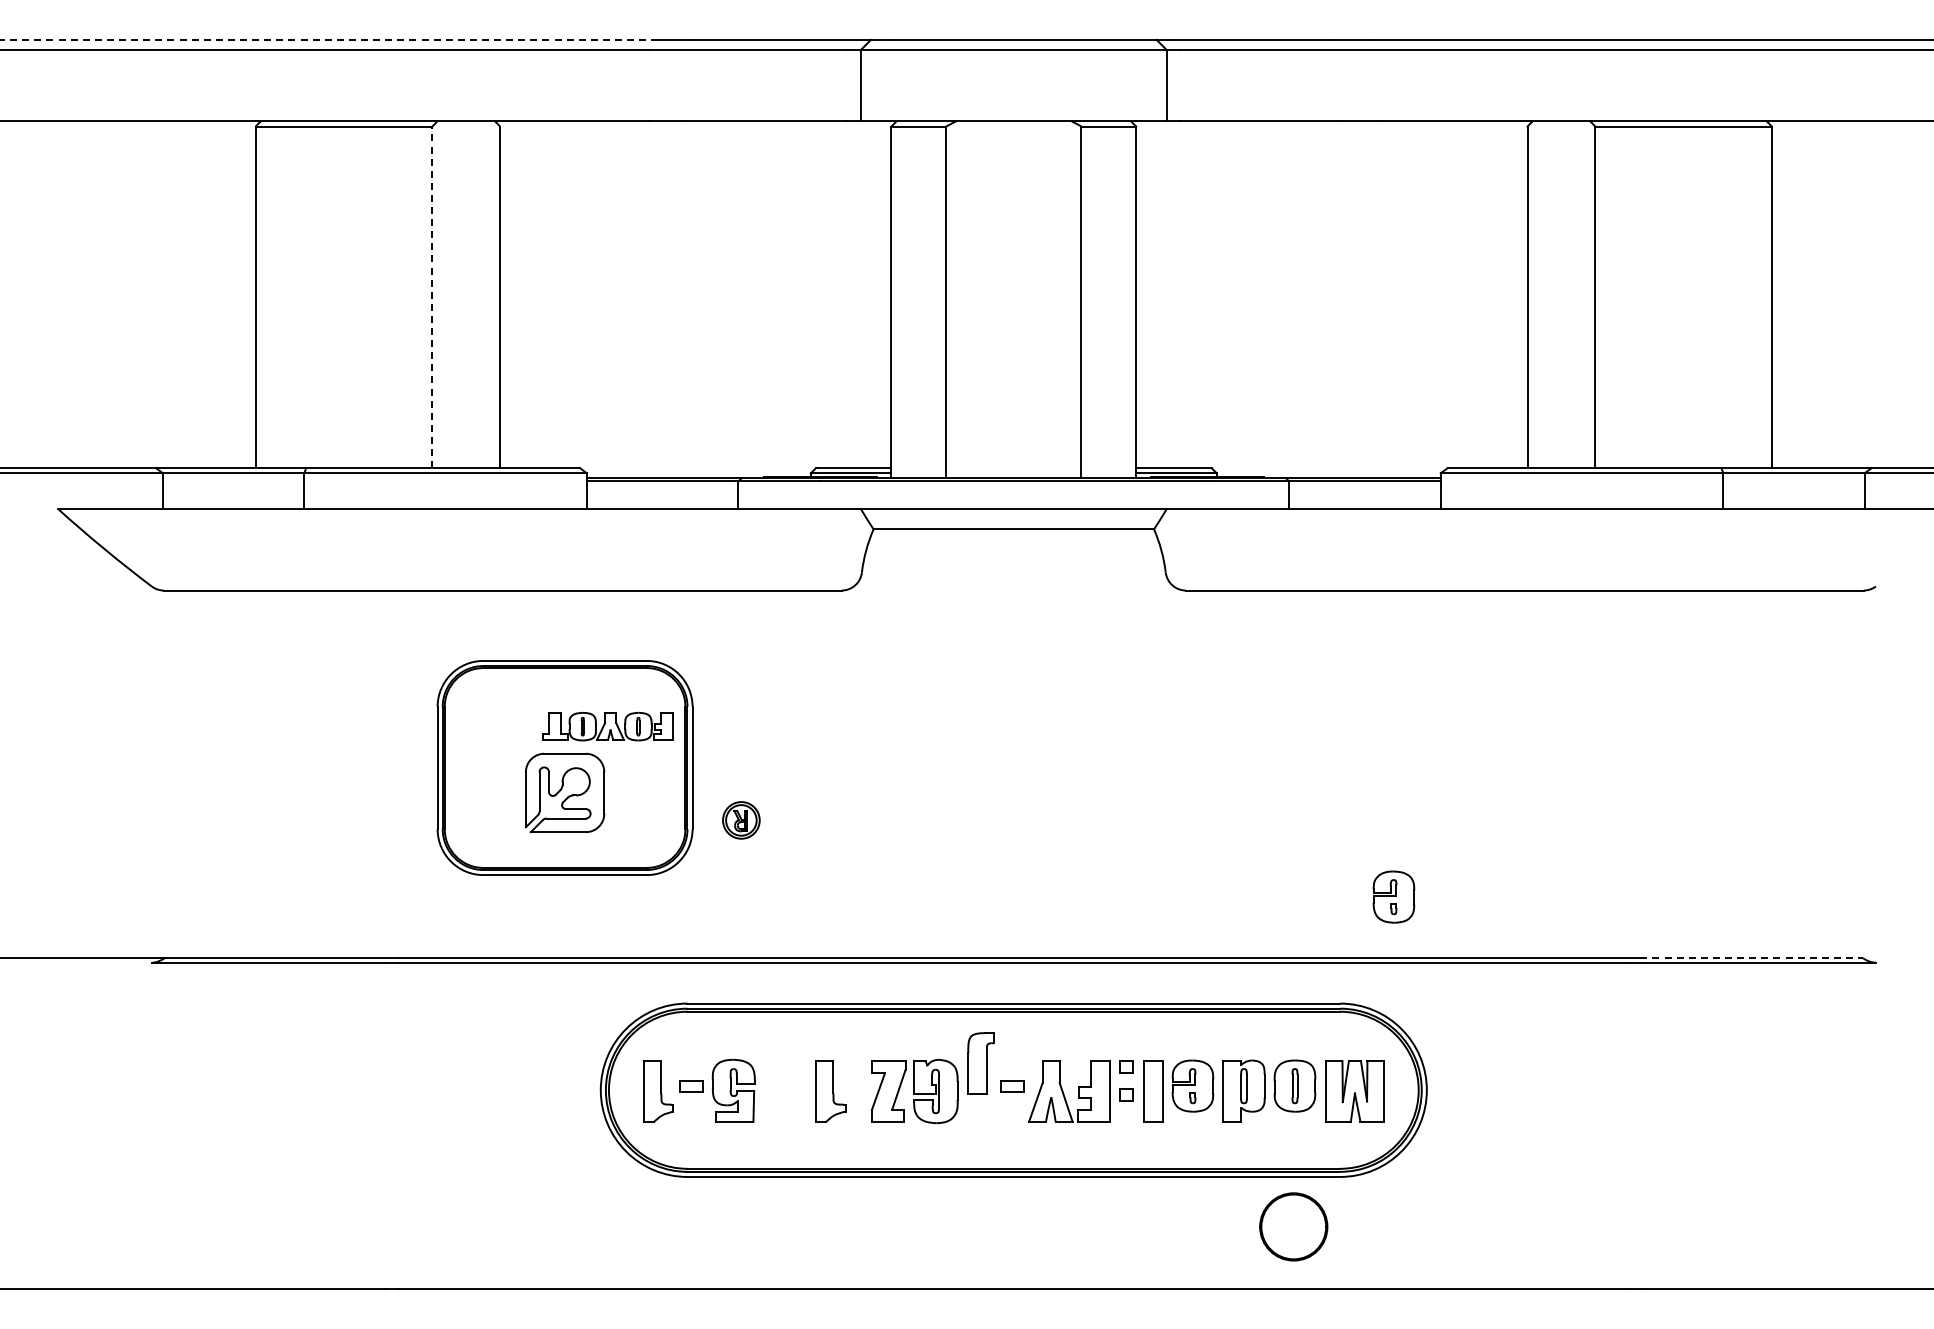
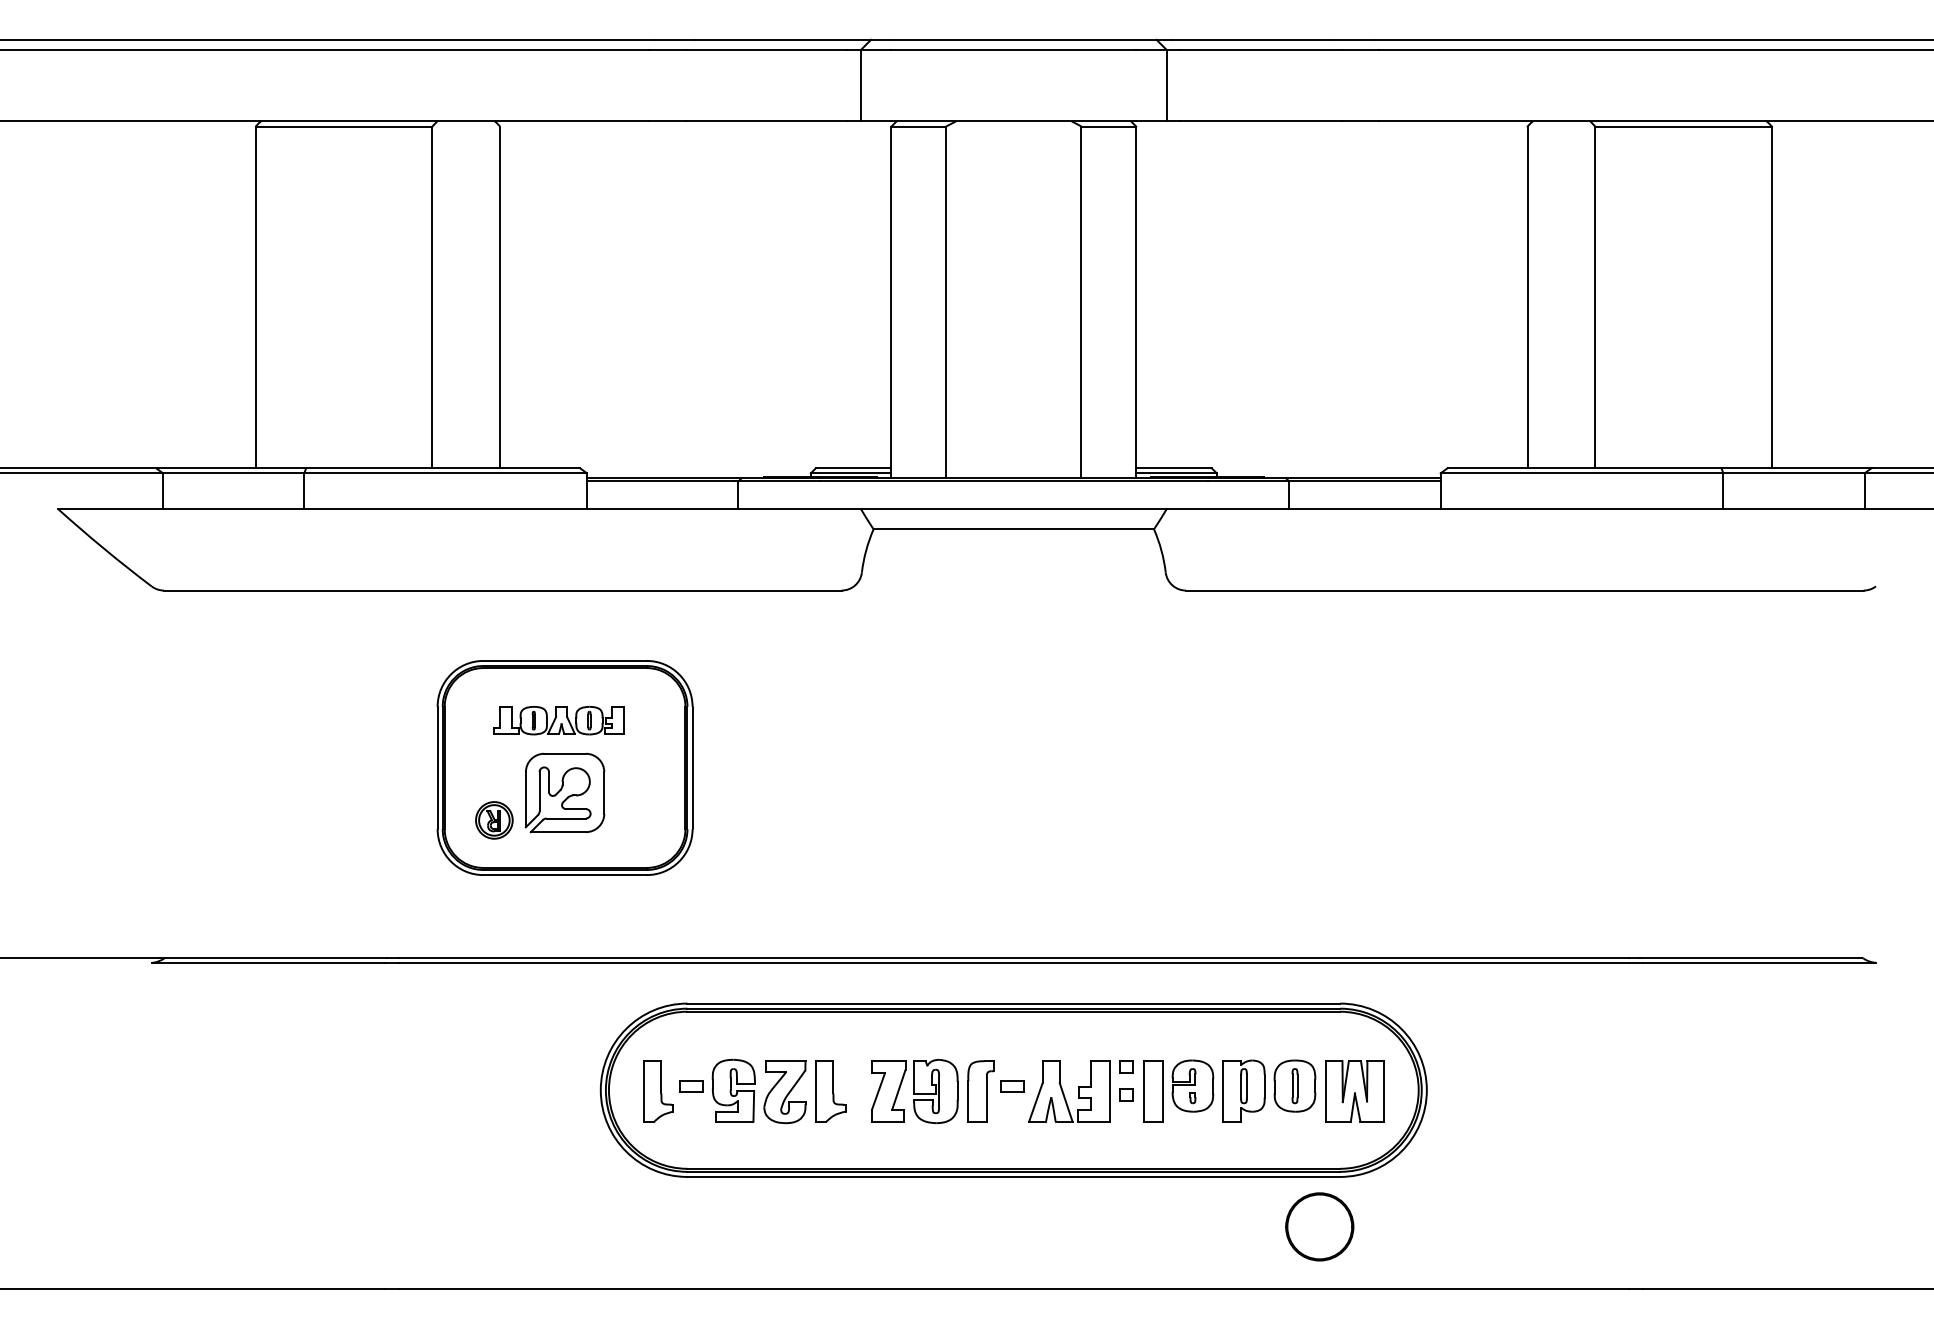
line at (327, 39): dashed -> solid
line at (432, 297): dashed -> solid
part at (607, 726) position: (607, 726) -> (558, 720)
part at (741, 820) position: (741, 820) -> (494, 820)
part at (1393, 896): present -> none
line at (1751, 957): dashed -> solid
part at (980, 1063) position: (980, 1063) -> (980, 1091)
part at (784, 1092): none -> present
circle at (1293, 1226) position: (1293, 1226) -> (1319, 1226)
